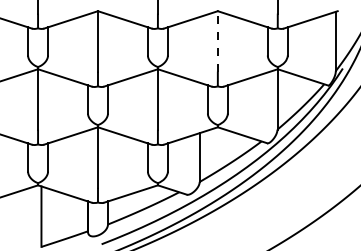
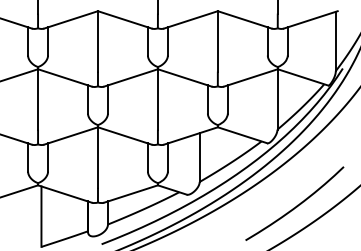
line at (217, 40): dashed -> solid
curve at (296, 205): none -> present
